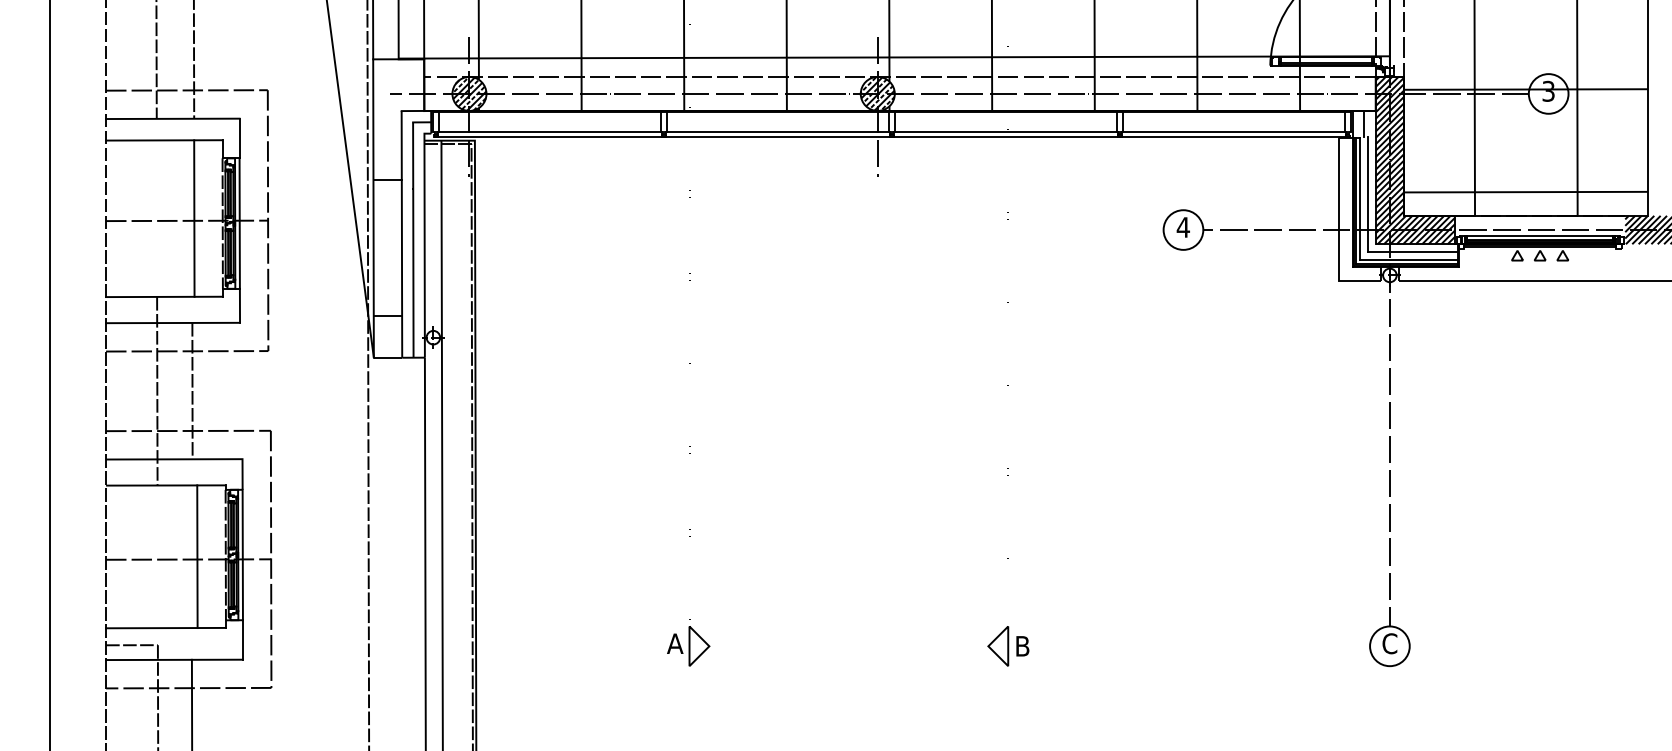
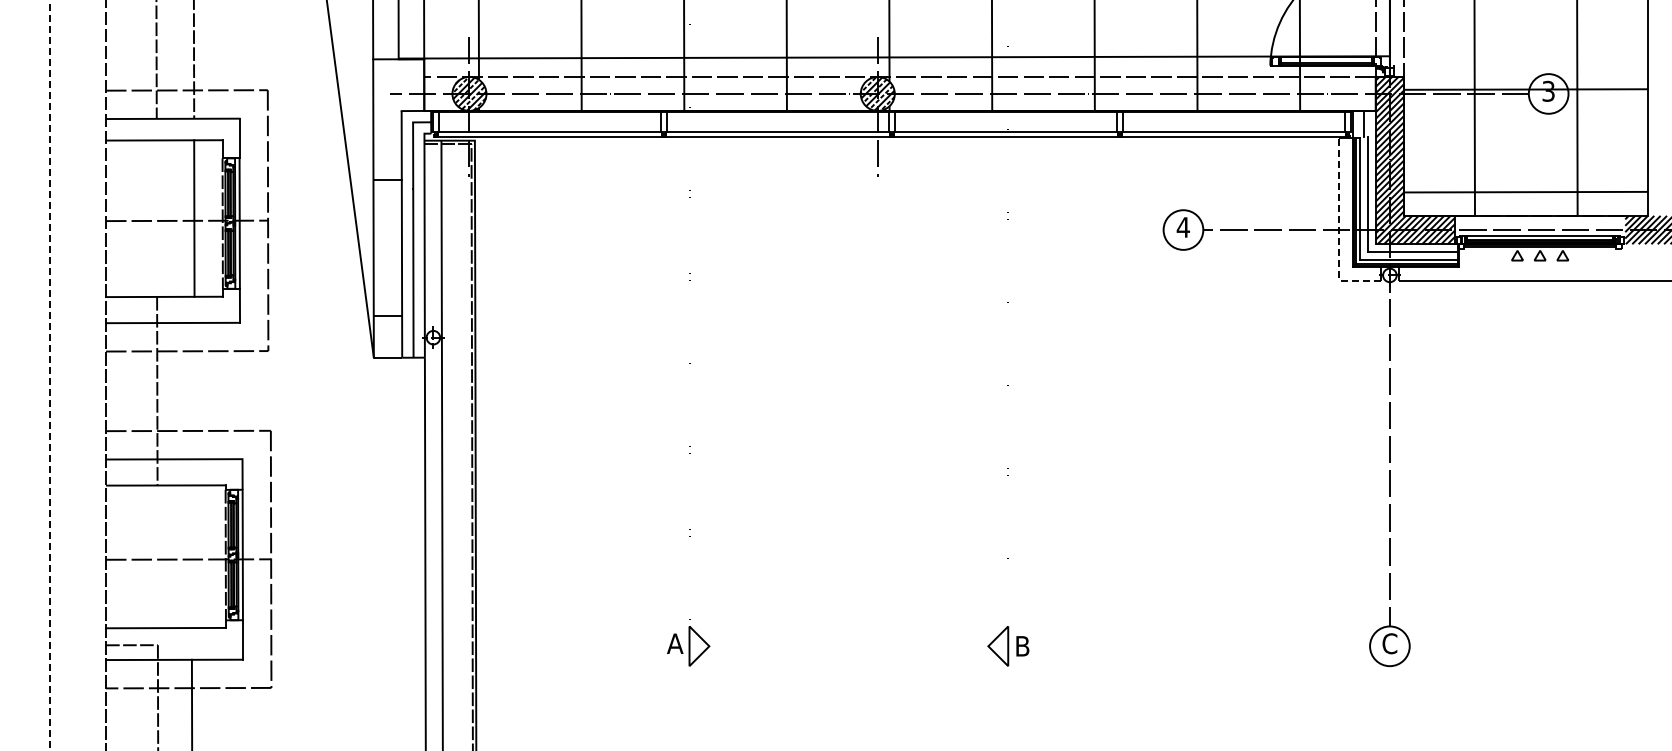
line at (1339, 230): solid -> dashed
line at (368, 374): present -> none
line at (50, 375): solid -> dashed
line at (192, 390): present -> none
line at (197, 556): present -> none
